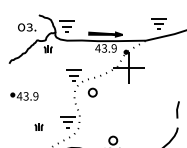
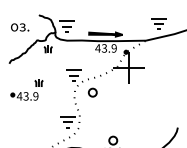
text at (27, 27) position: (27, 27) -> (20, 27)
line at (177, 109): present -> none
part at (38, 126) position: (38, 126) -> (38, 82)
